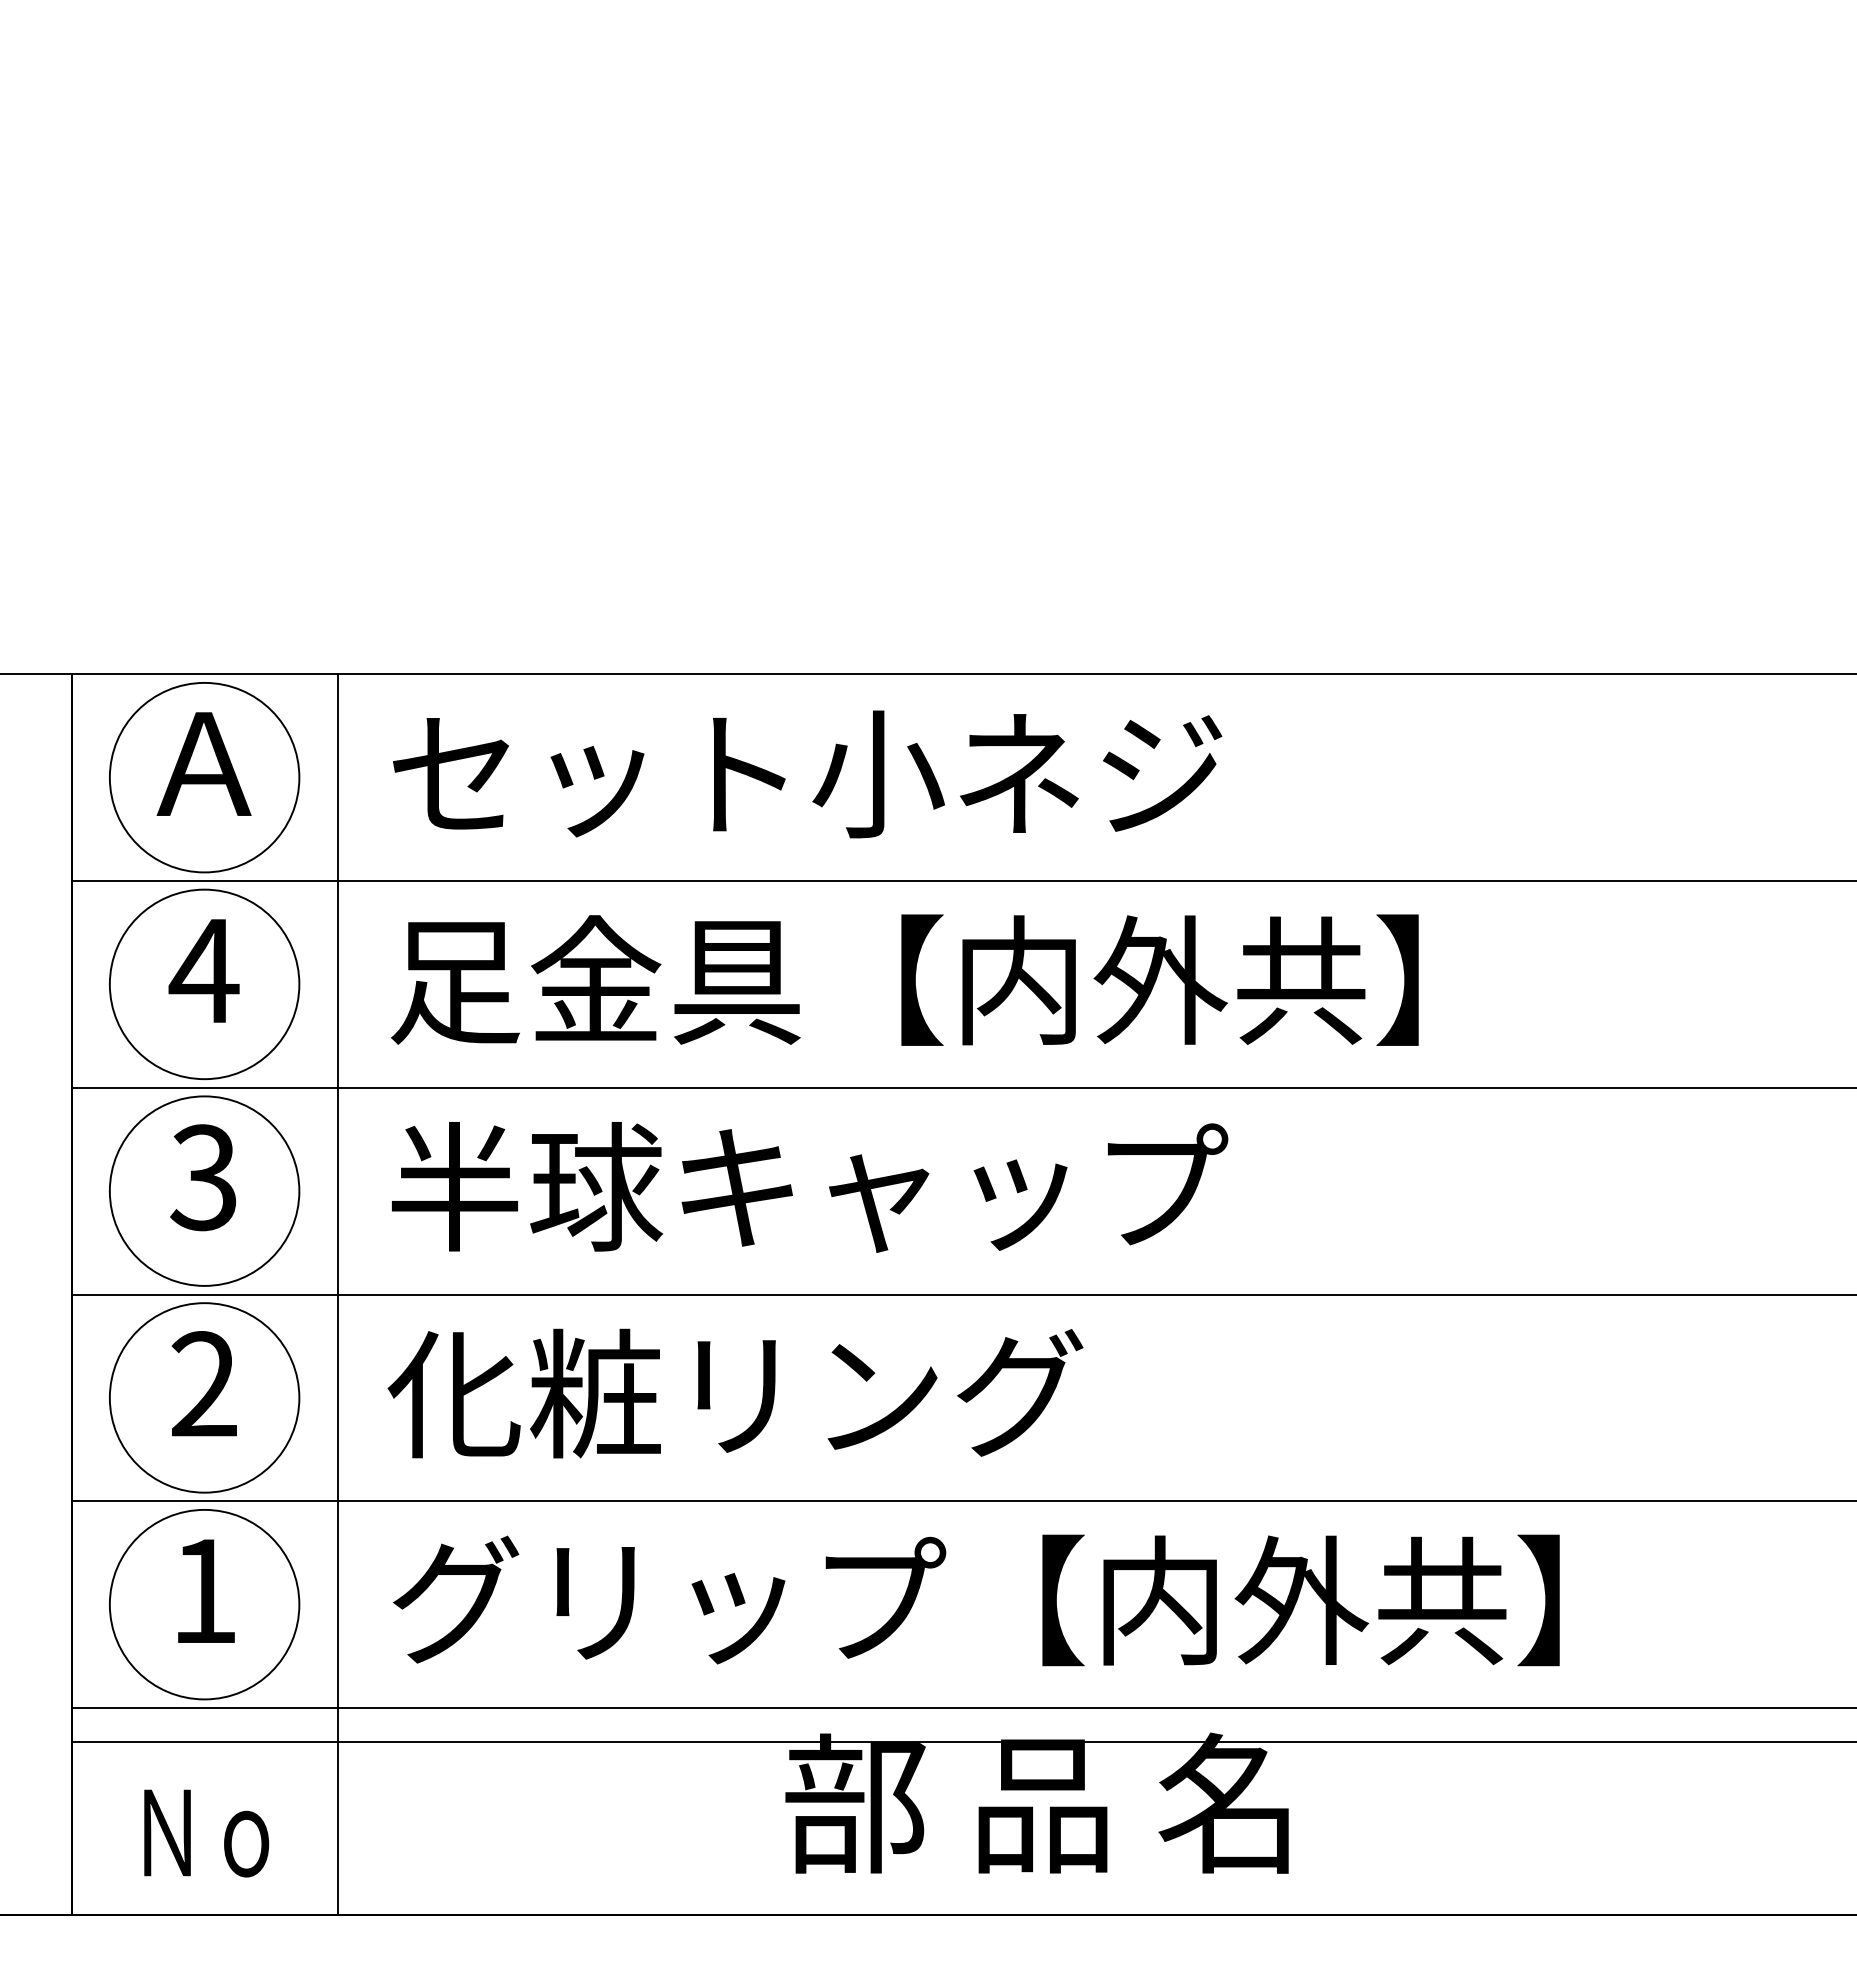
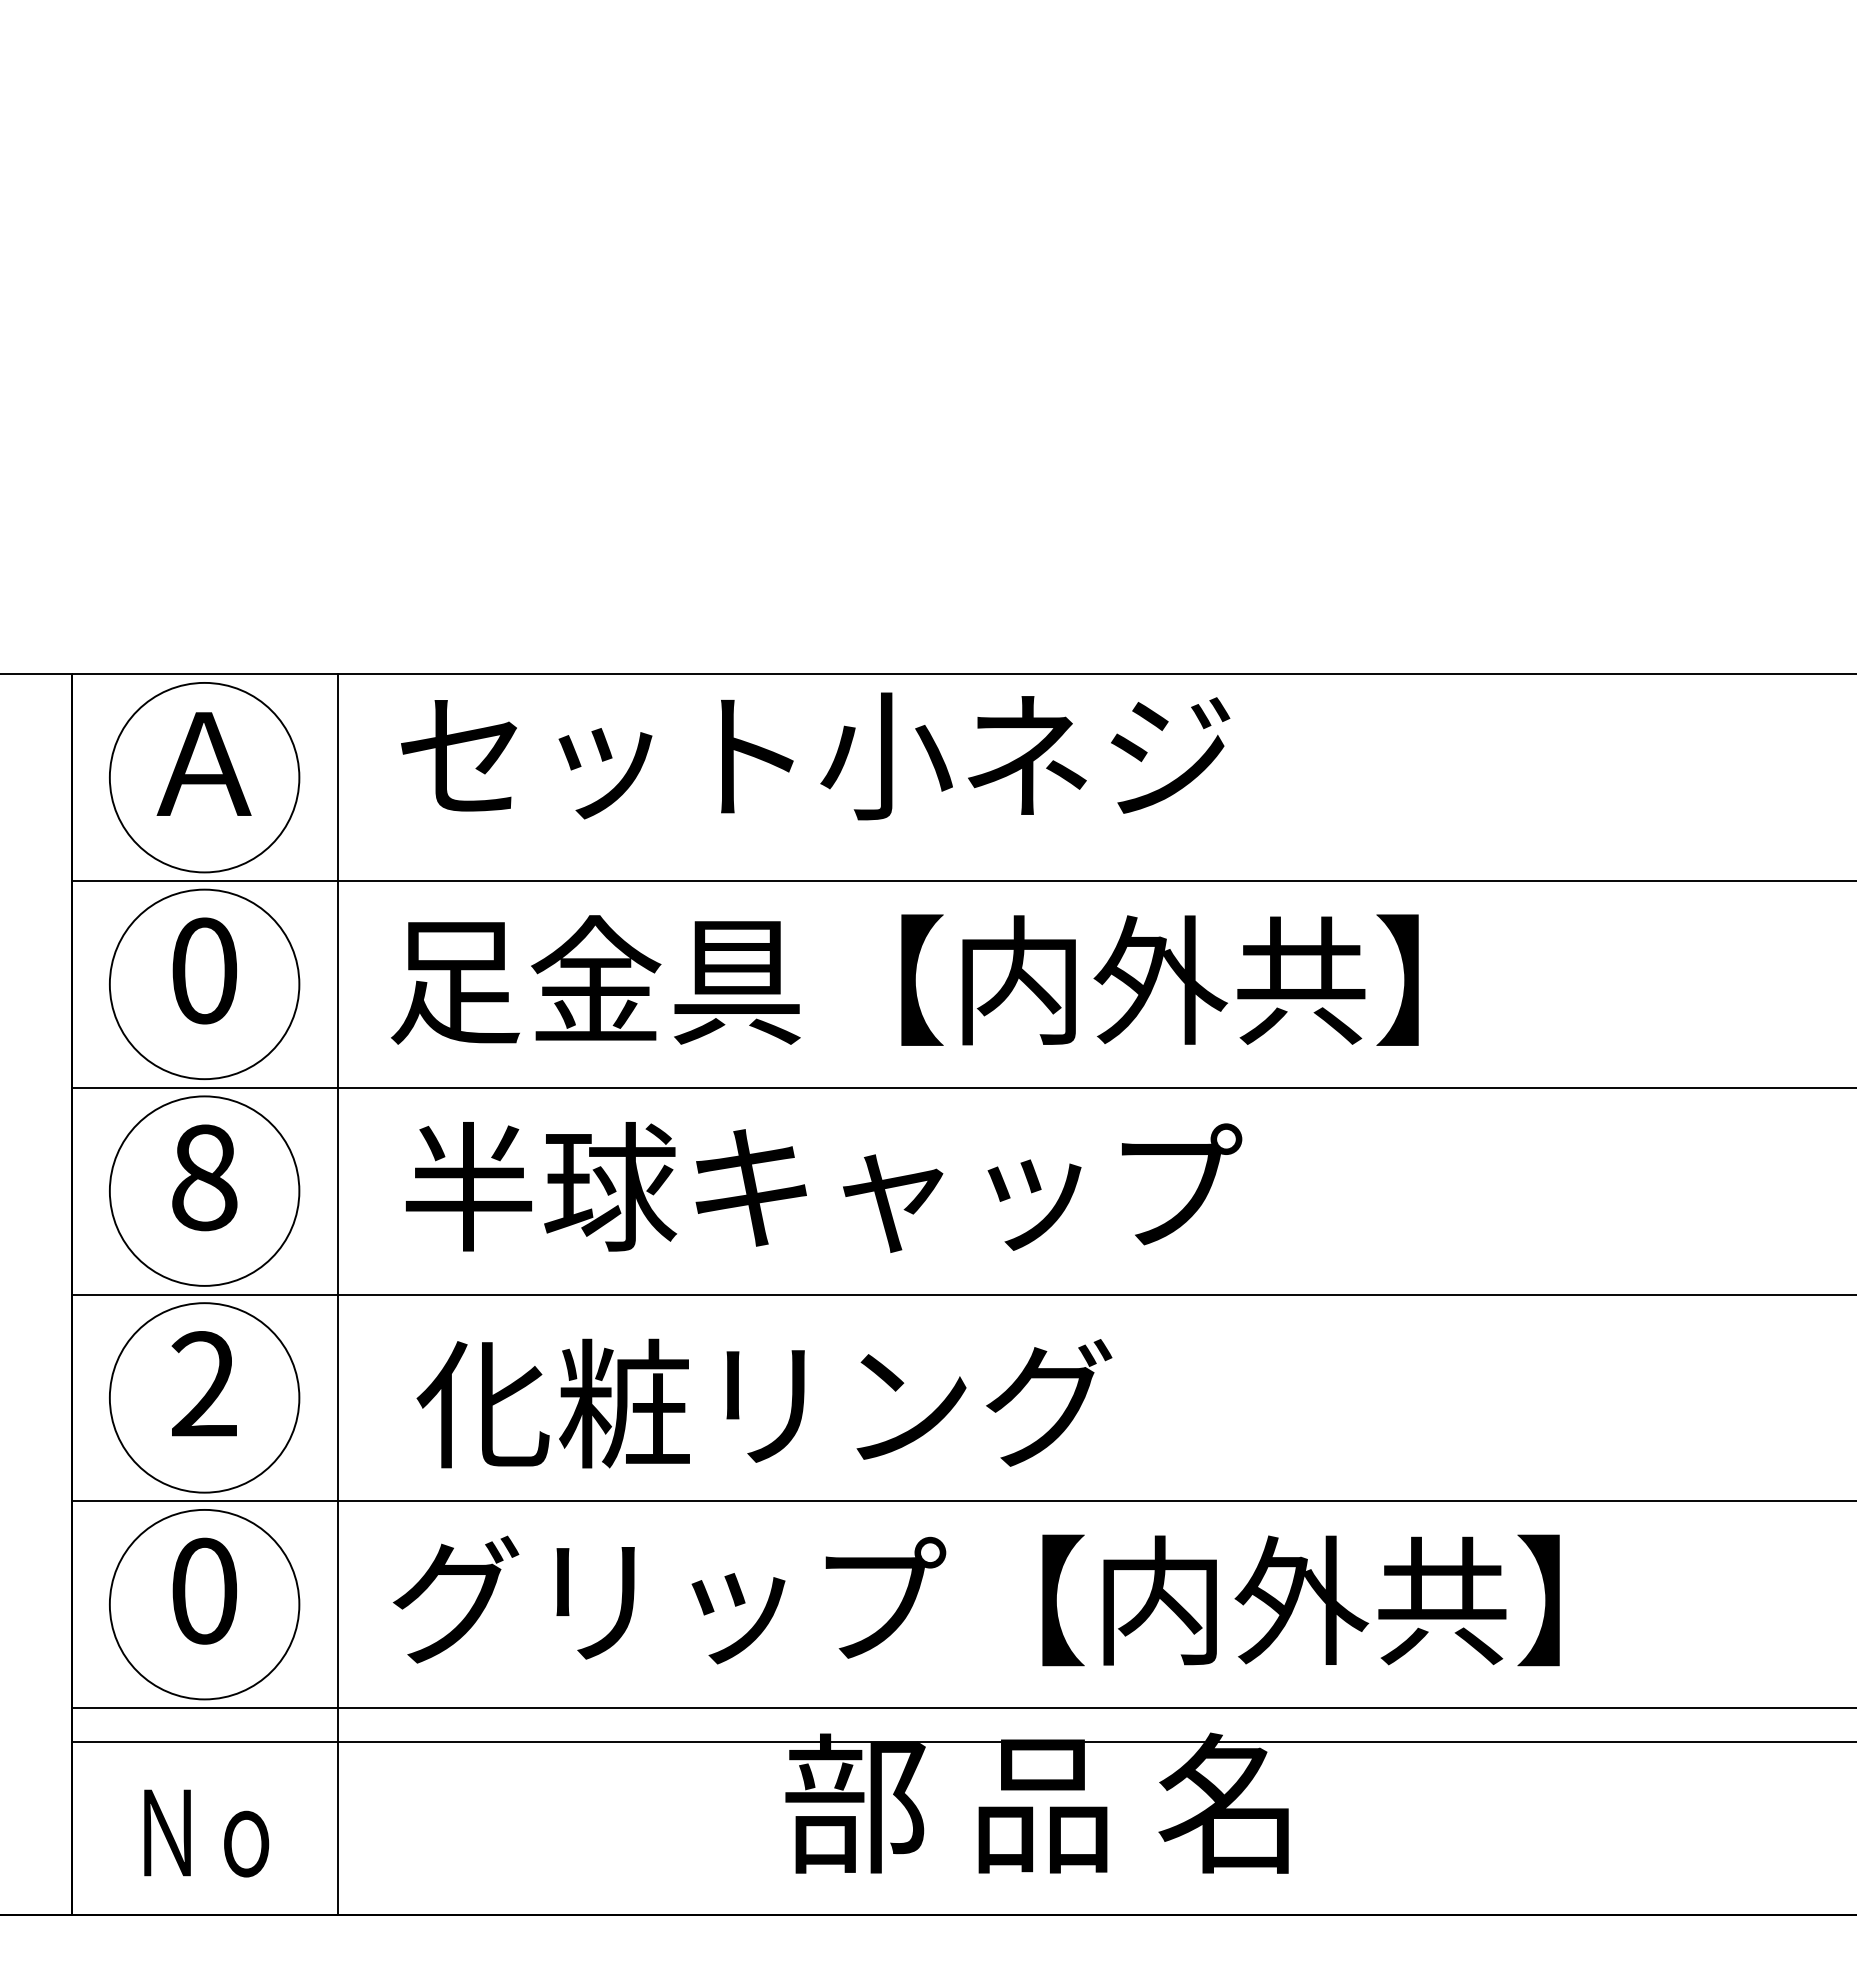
text at (807, 774) position: (807, 774) -> (815, 756)
text at (203, 970): 4 -> 0
text at (203, 1177): 3 -> 8
text at (810, 1187) position: (810, 1187) -> (824, 1187)
text at (735, 1393) position: (735, 1393) -> (764, 1403)
text at (204, 1590): 1 -> 0
